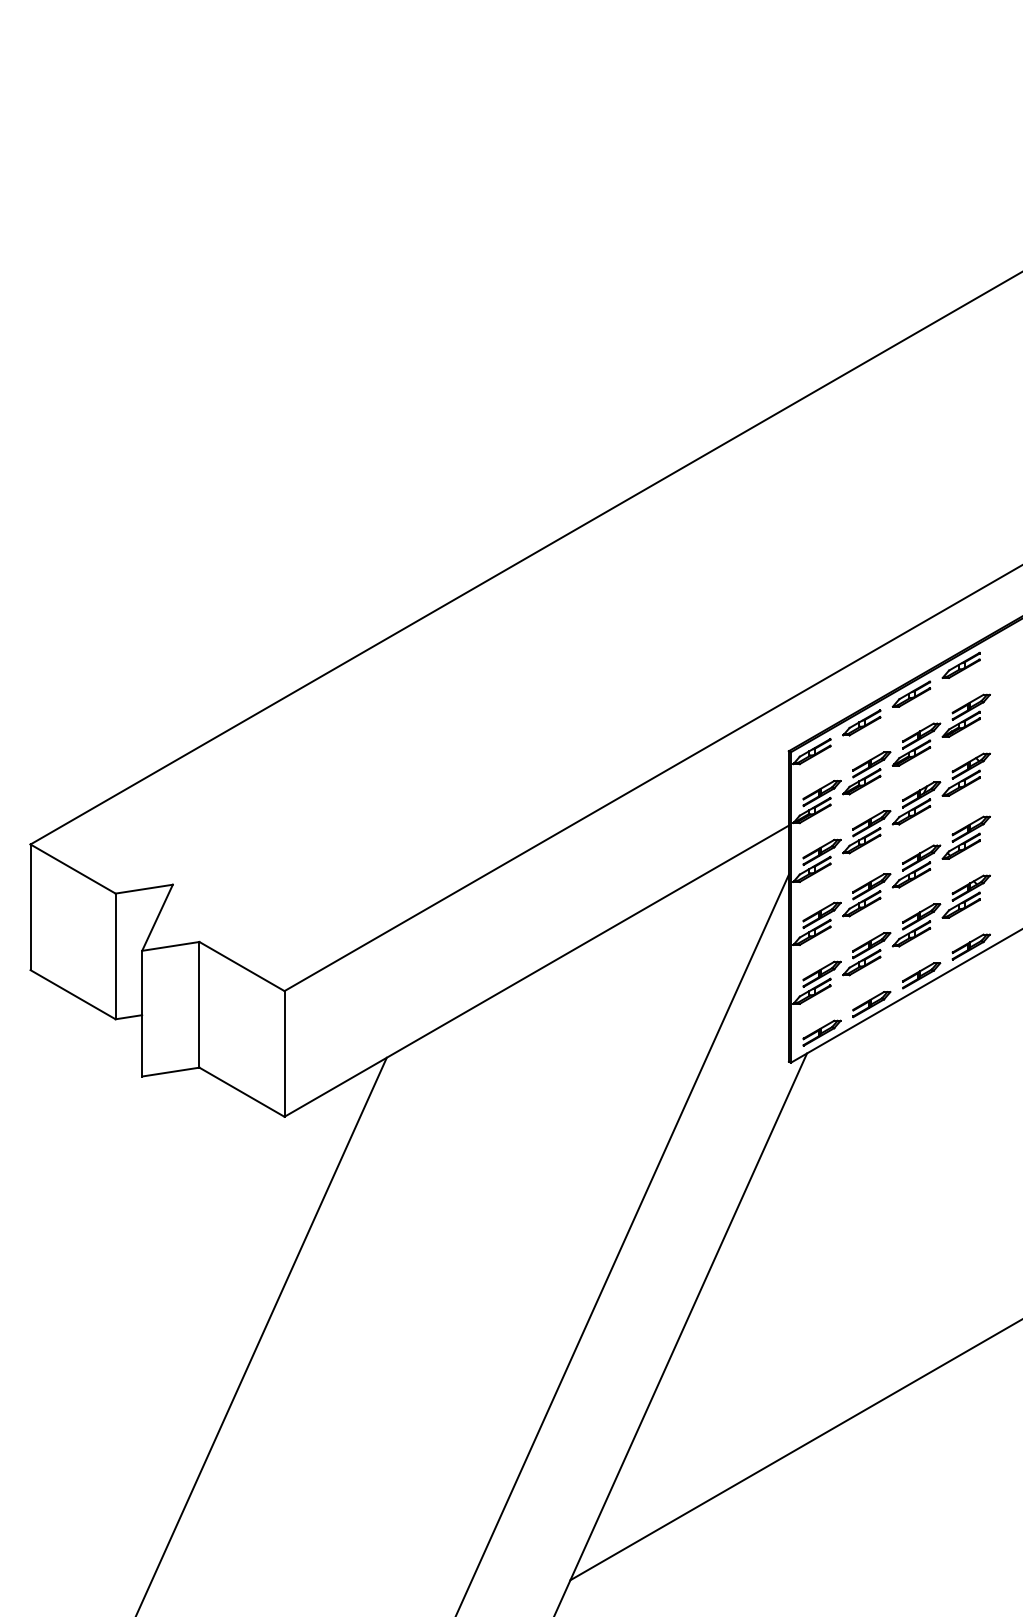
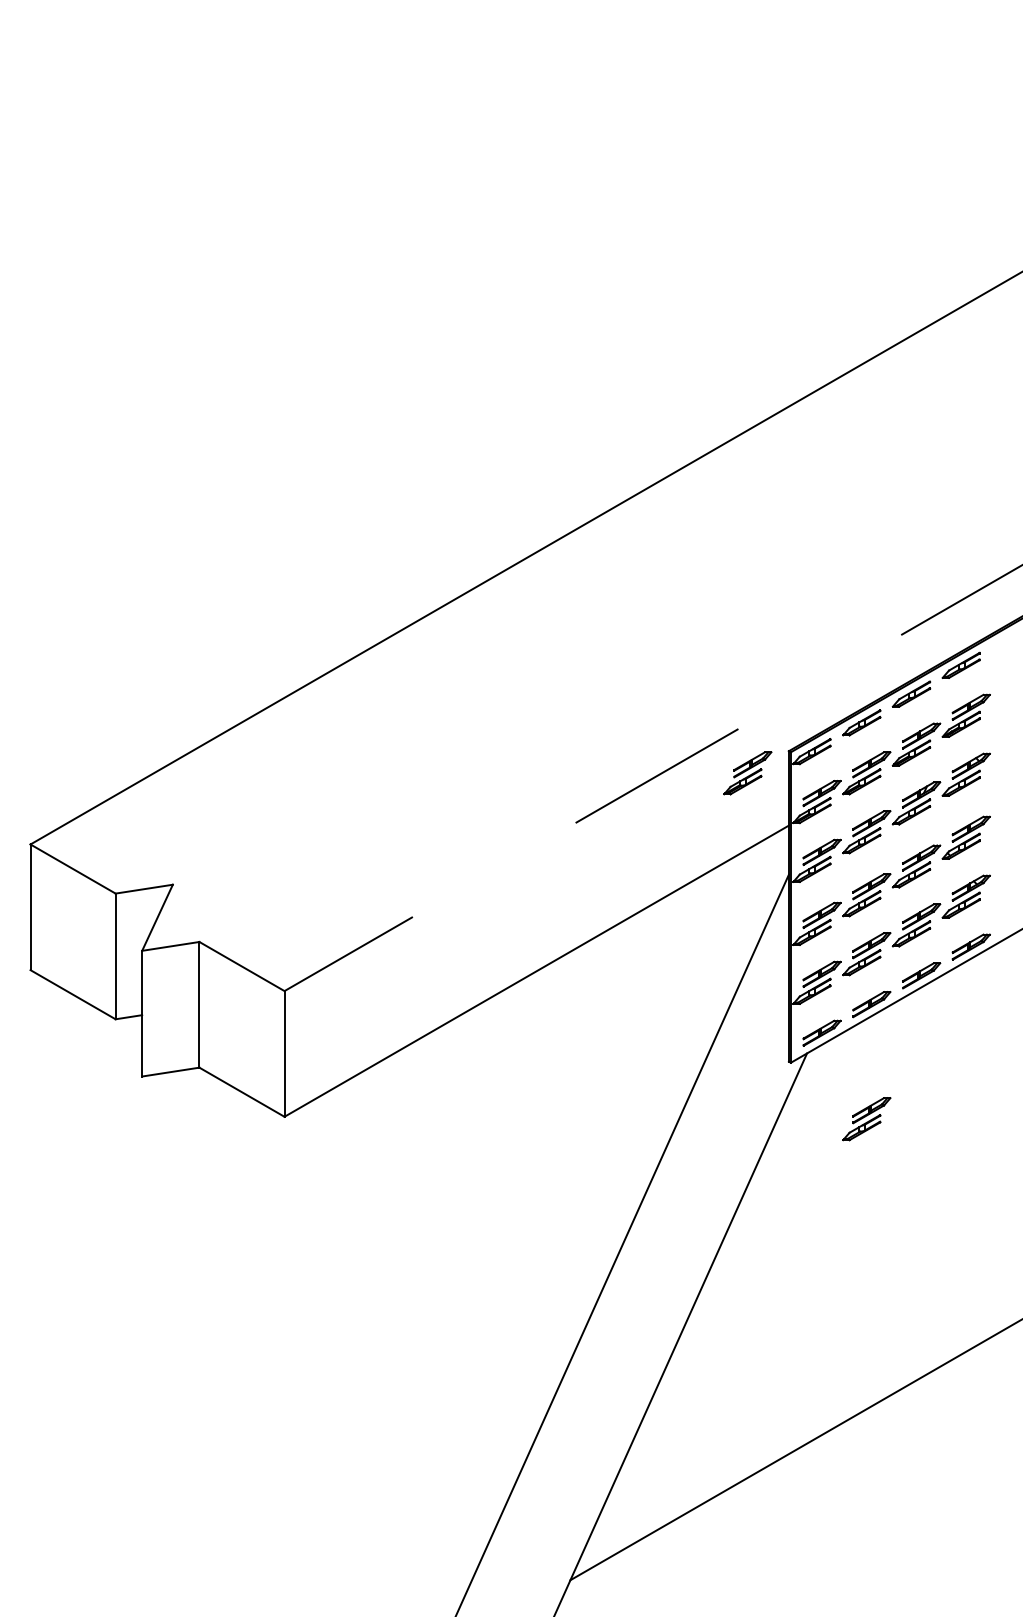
part at (747, 773): none -> present
line at (653, 778): solid -> dashed
part at (866, 1119): none -> present
line at (261, 1335): present -> none
